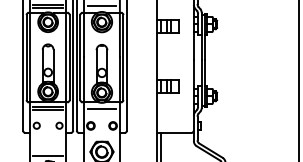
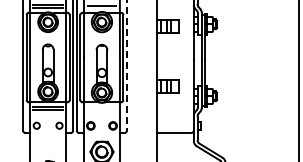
line at (127, 65): solid -> dashed
line at (101, 108): present -> none
line at (160, 145): present -> none
line at (48, 155): present -> none
